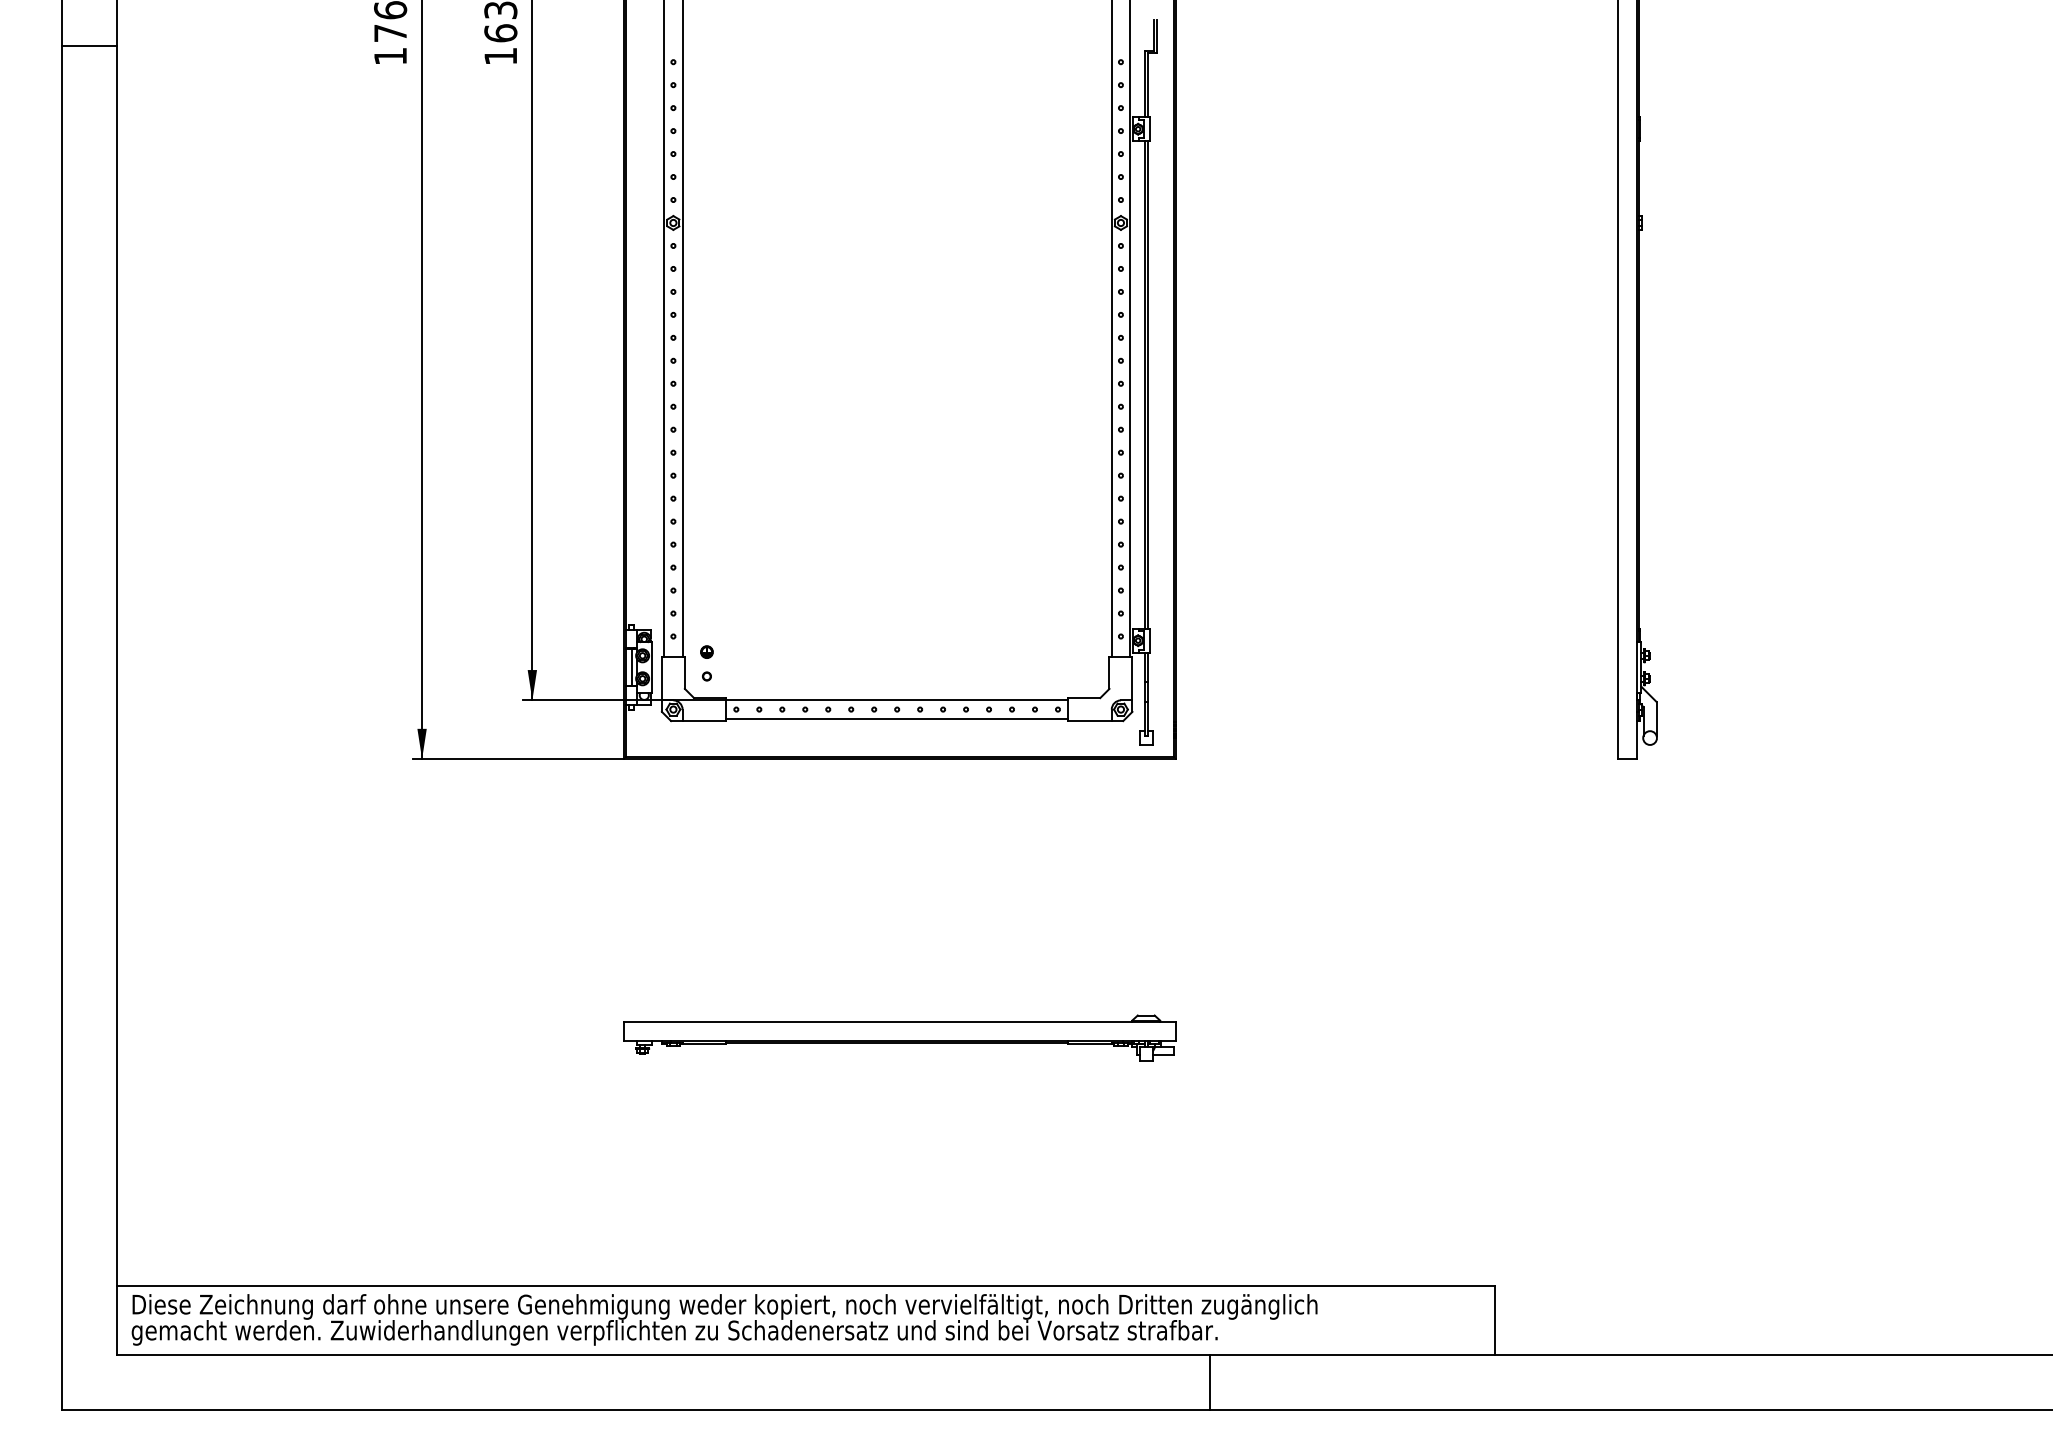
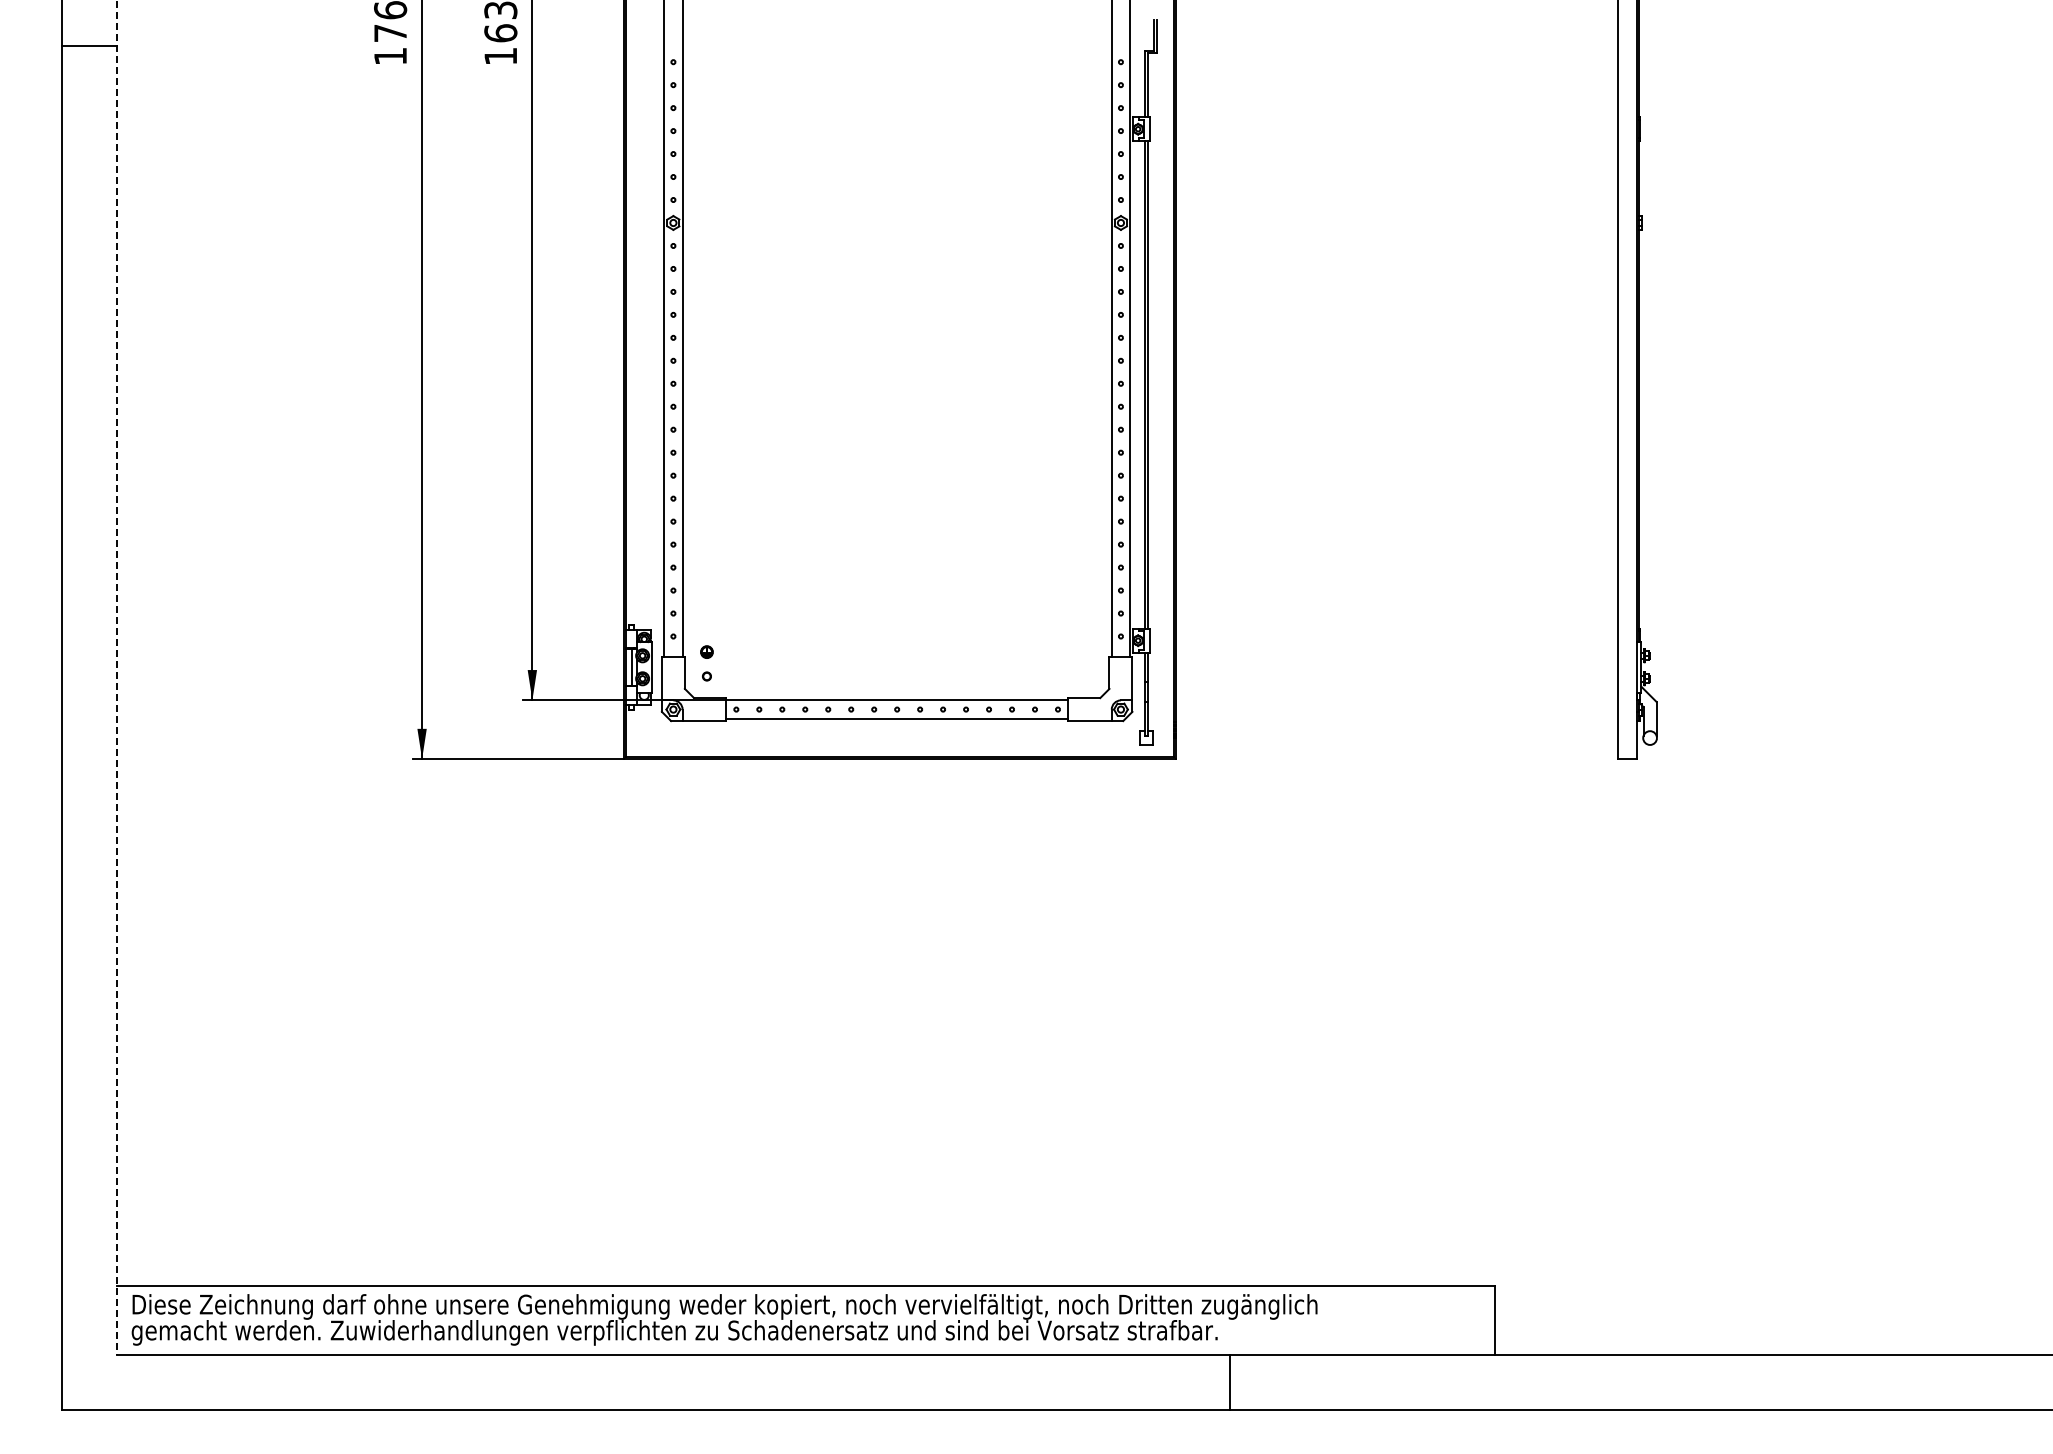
line at (116, 678): solid -> dashed
part at (899, 1037): present -> none
line at (1210, 1382) position: (1210, 1382) -> (1230, 1382)
